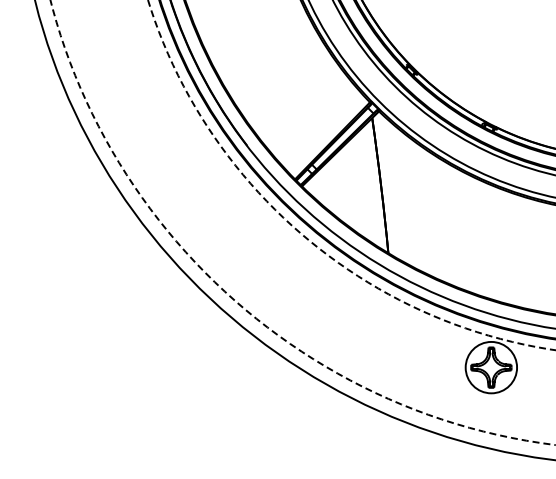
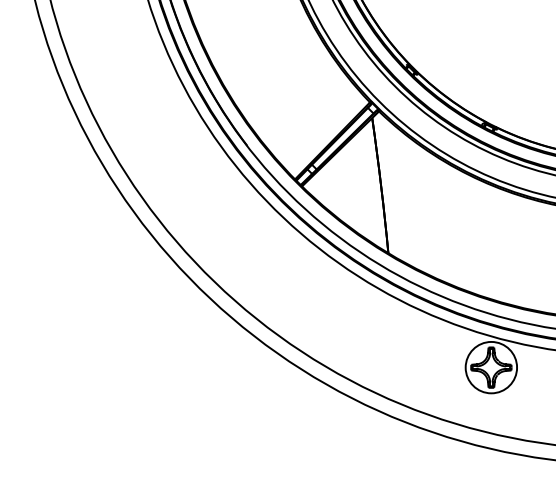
arc at (302, 234): dashed -> solid
arc at (235, 301): dashed -> solid
